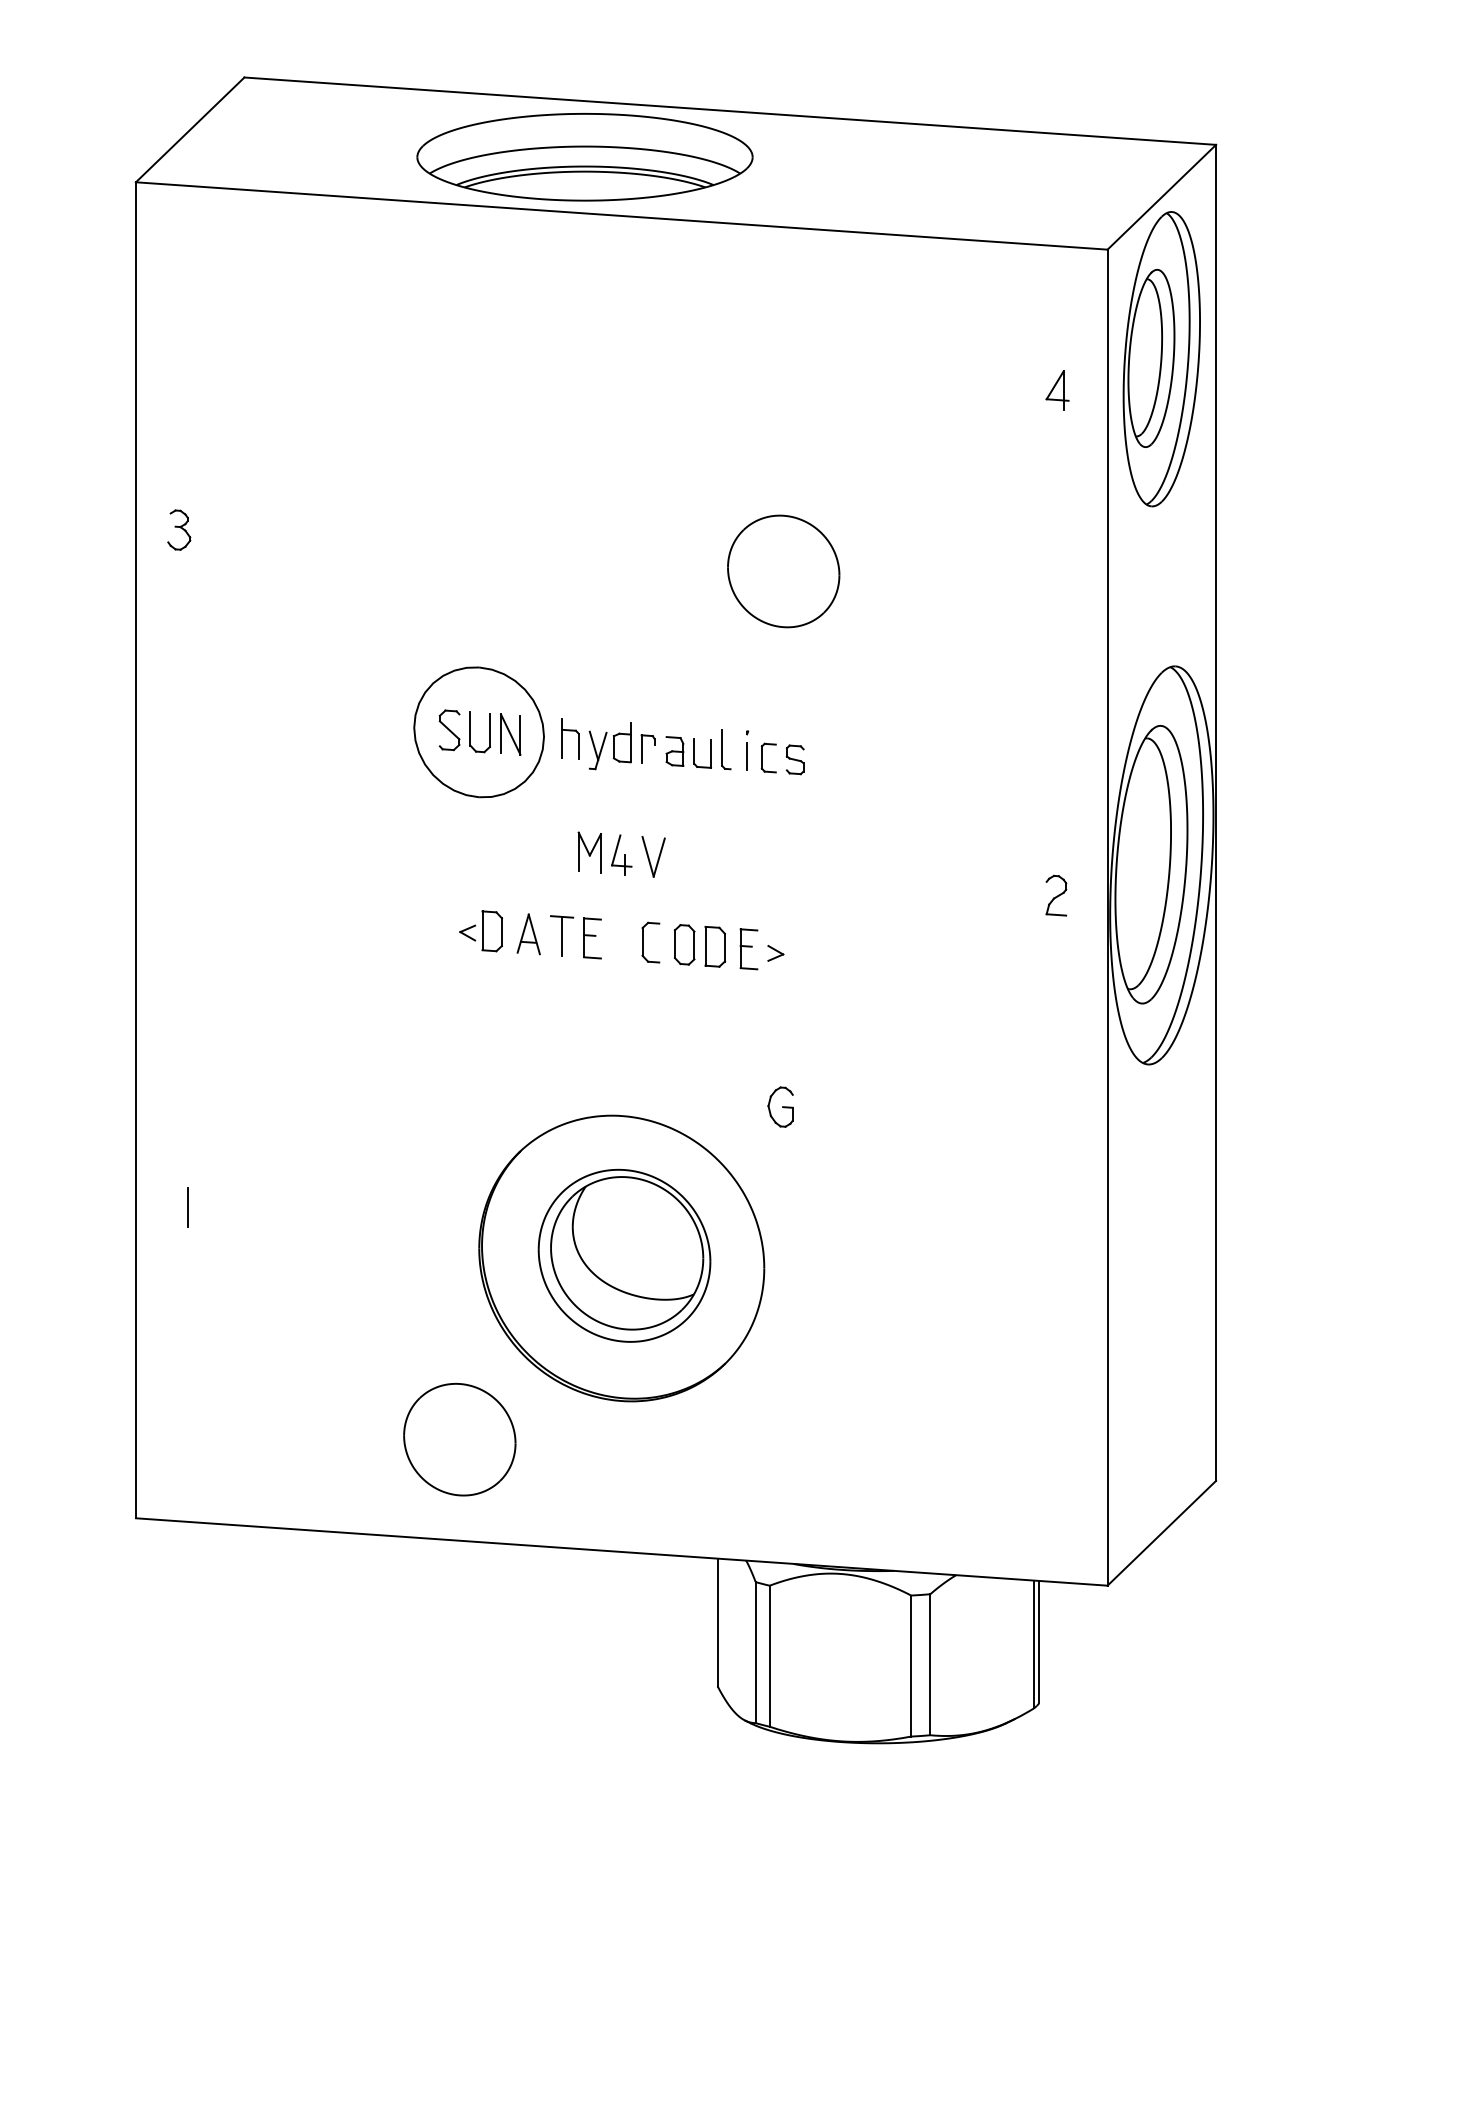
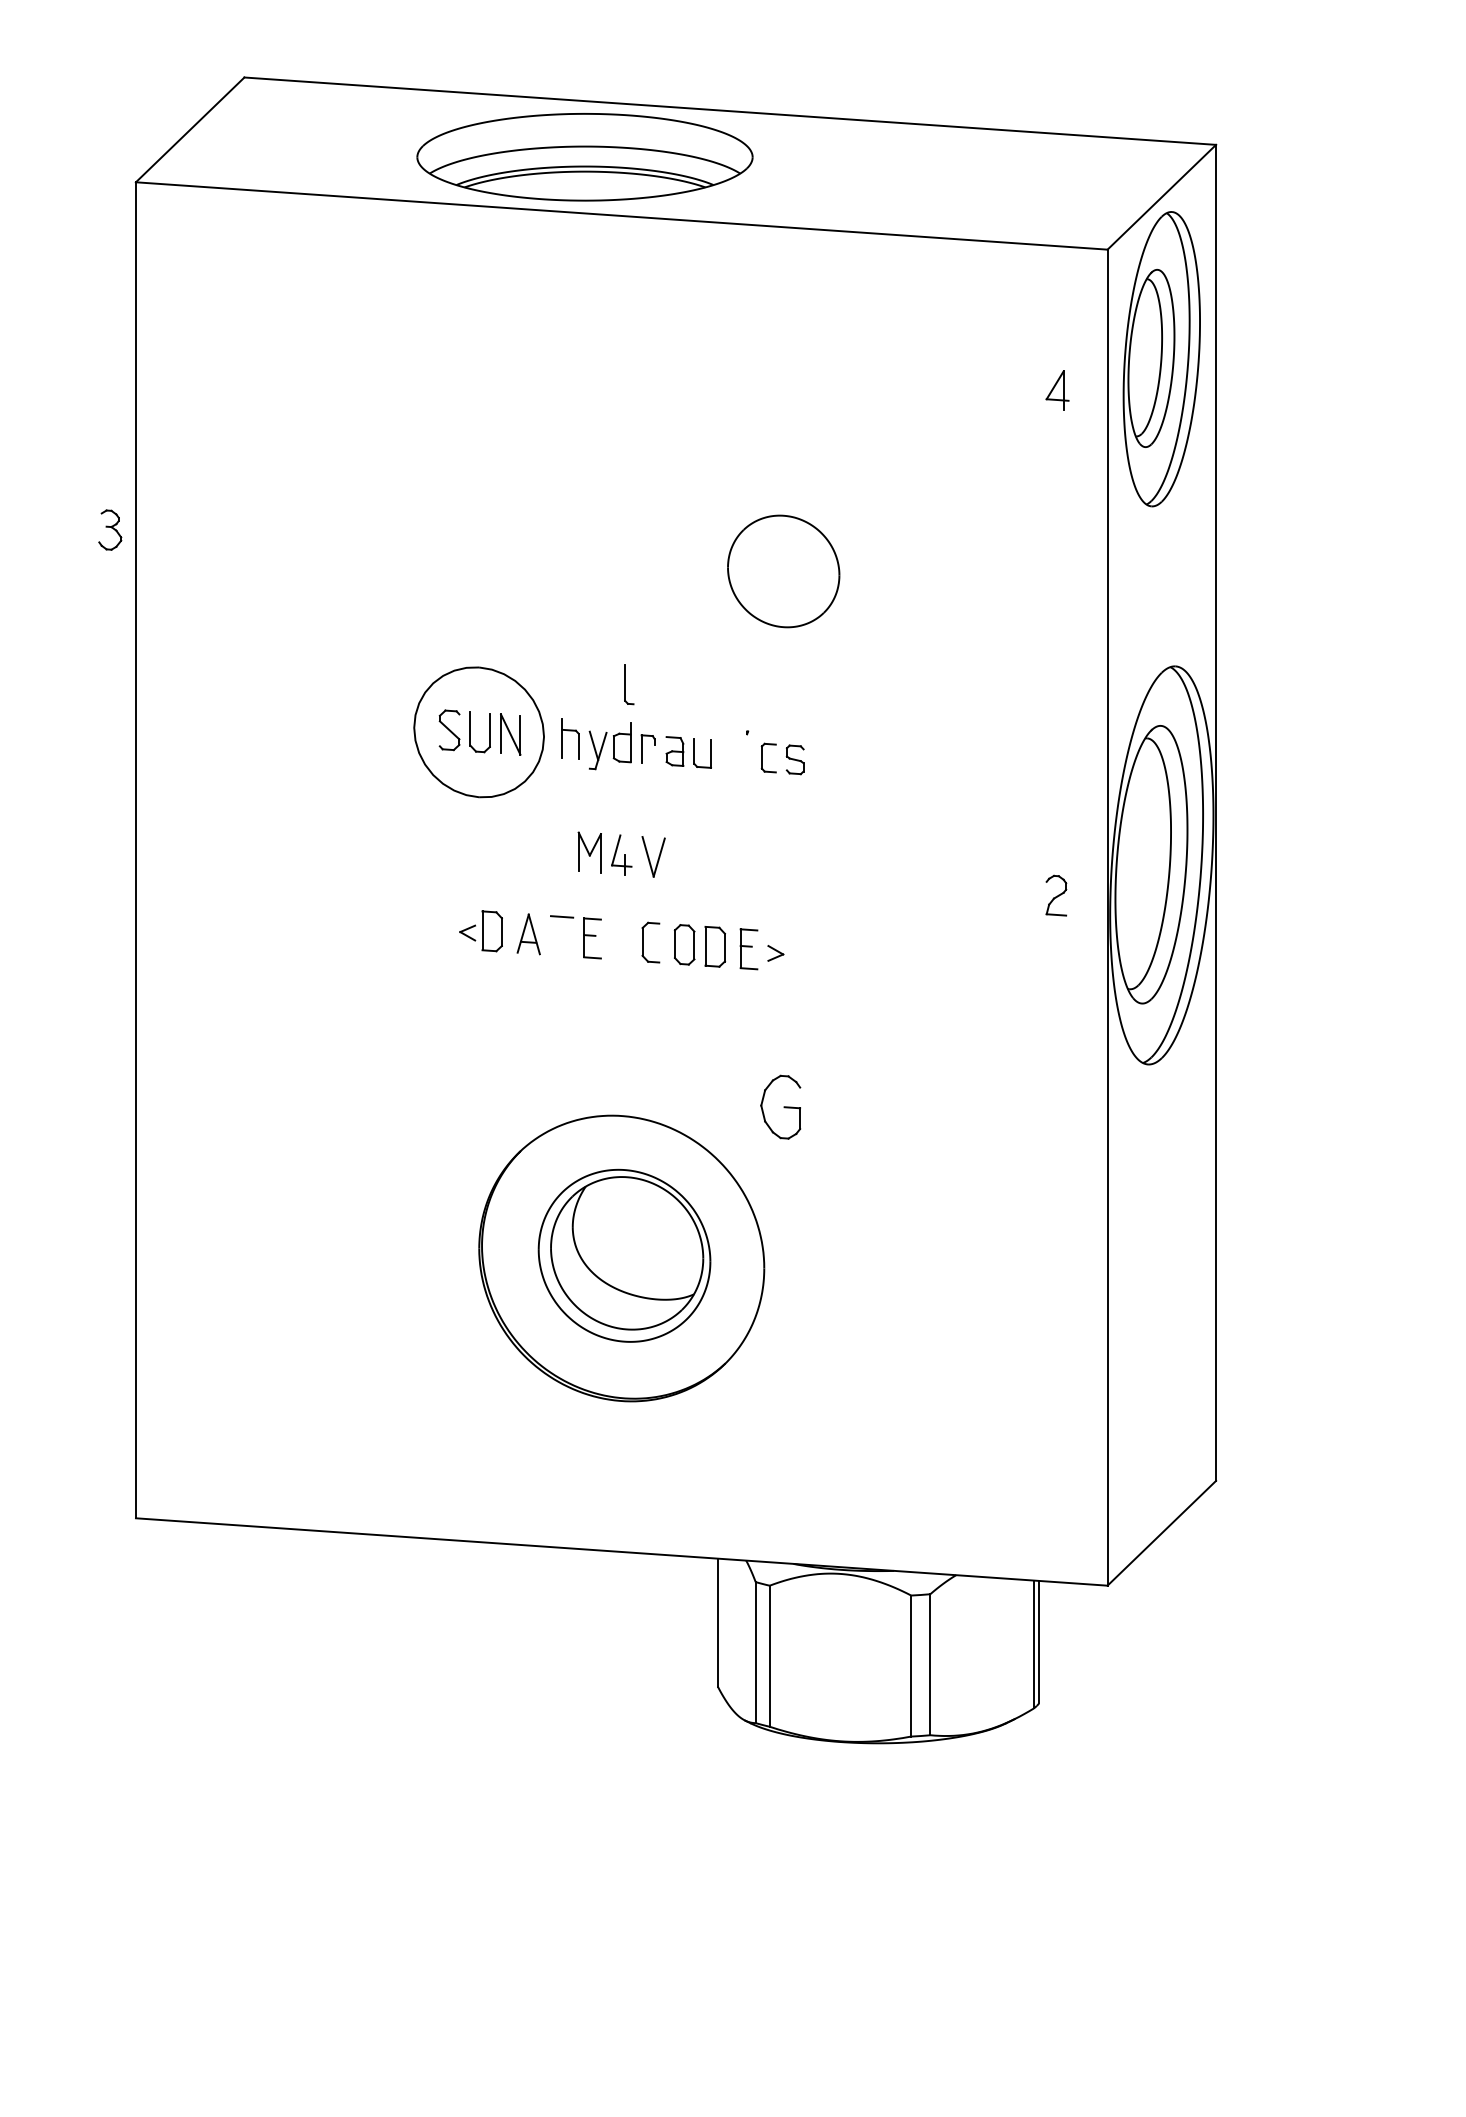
part at (179, 529) position: (179, 529) -> (110, 529)
part at (726, 749) position: (726, 749) -> (629, 684)
line at (747, 756): present -> none
line at (562, 935): present -> none
part at (780, 1106) size: 27x42 px -> 42x66 px
line at (187, 1207): present -> none
part at (459, 1439): present -> none
